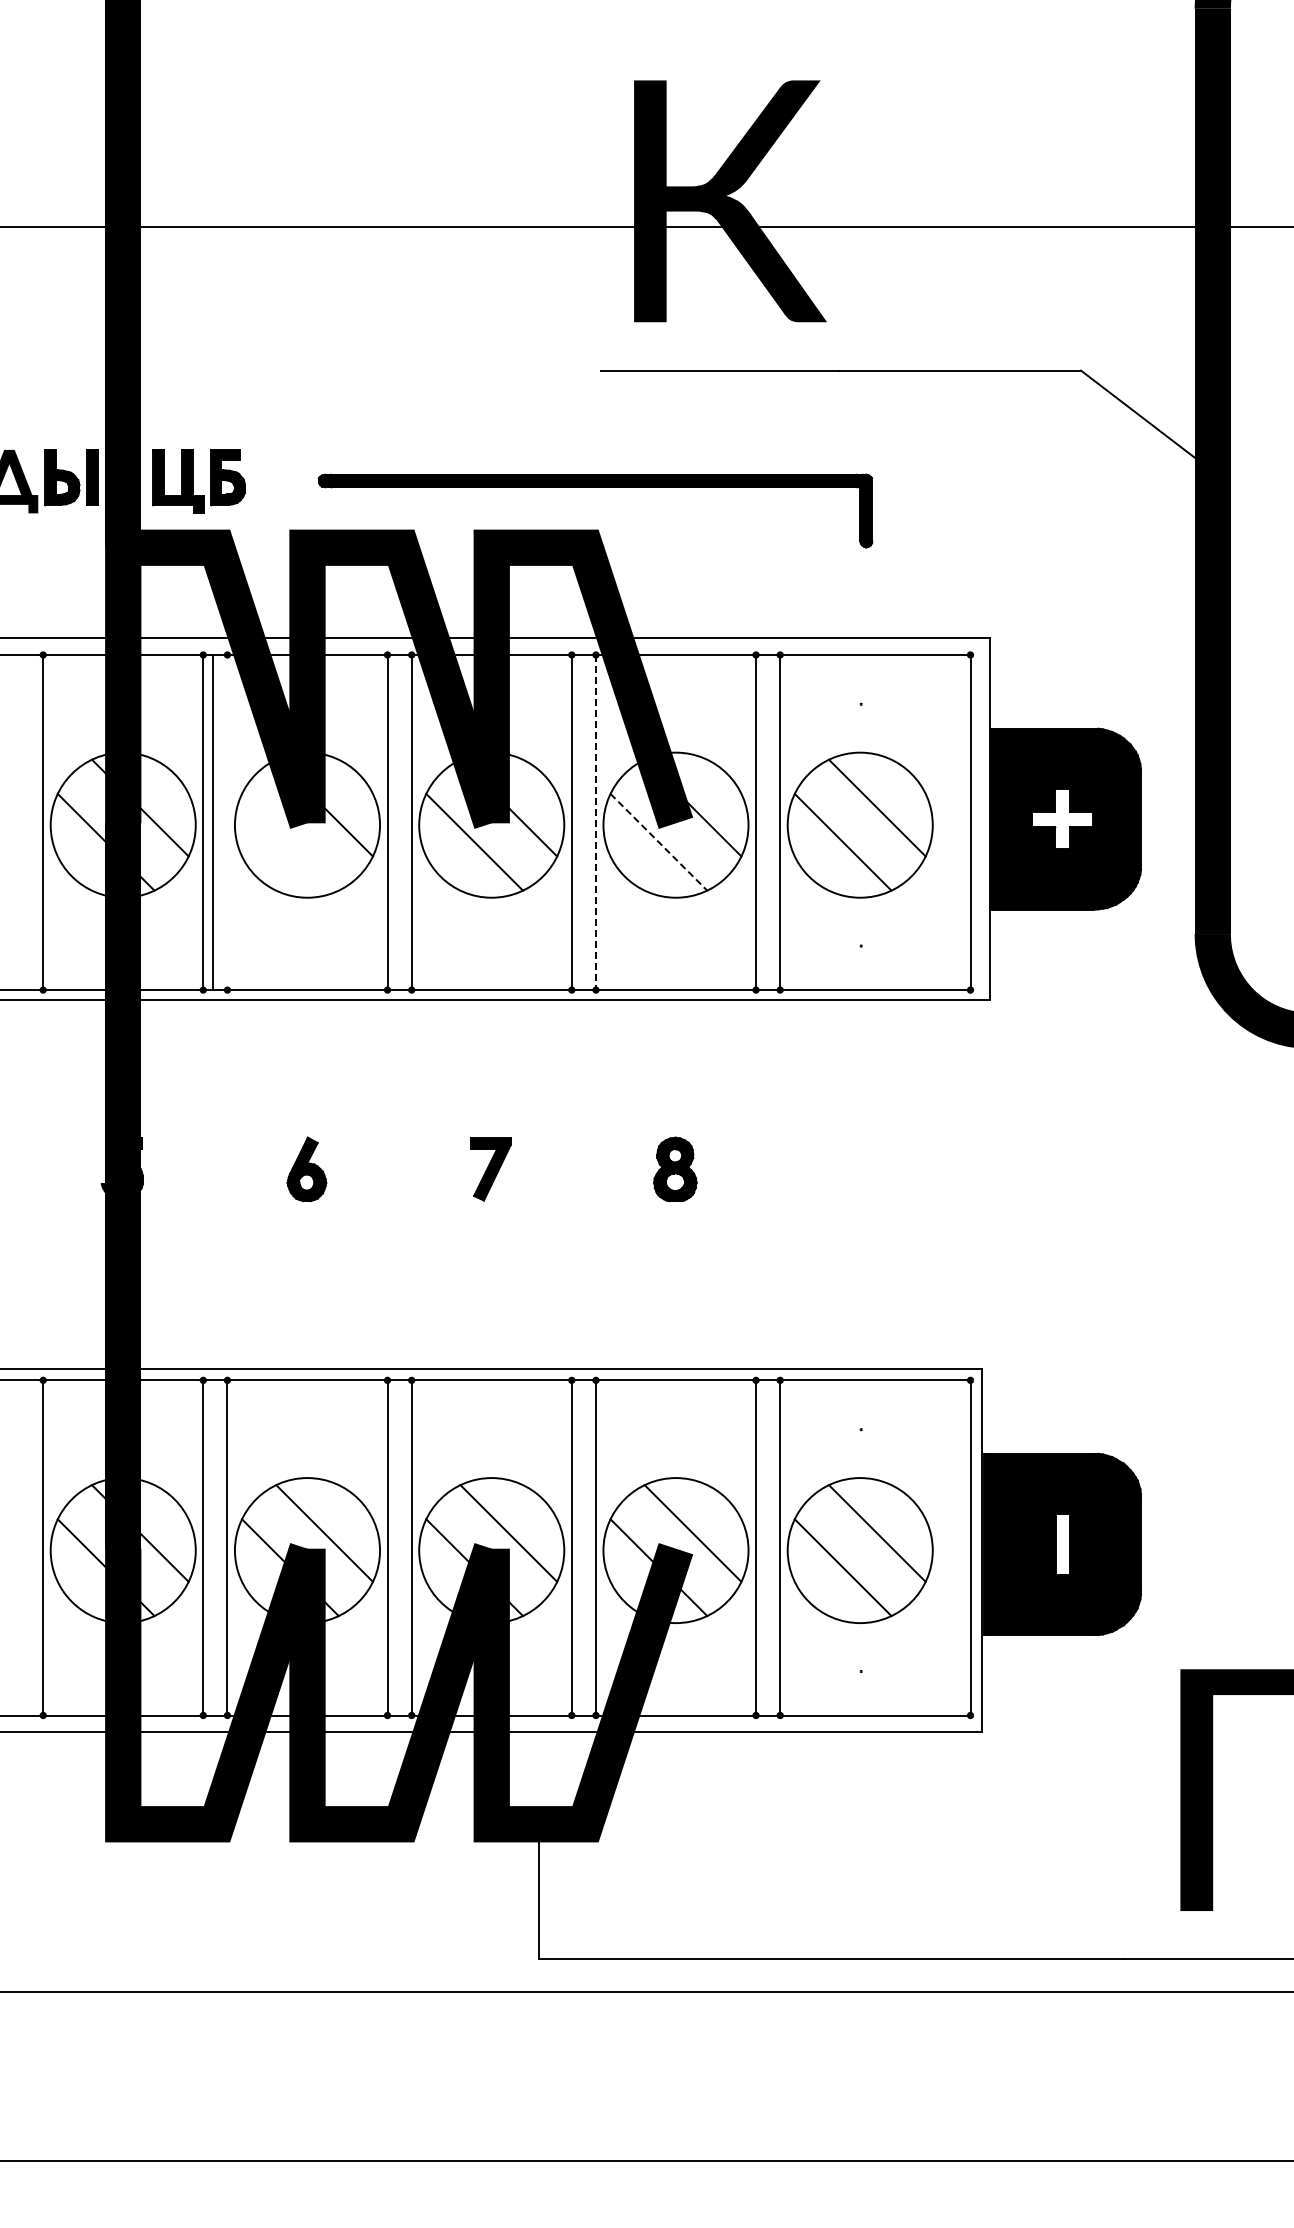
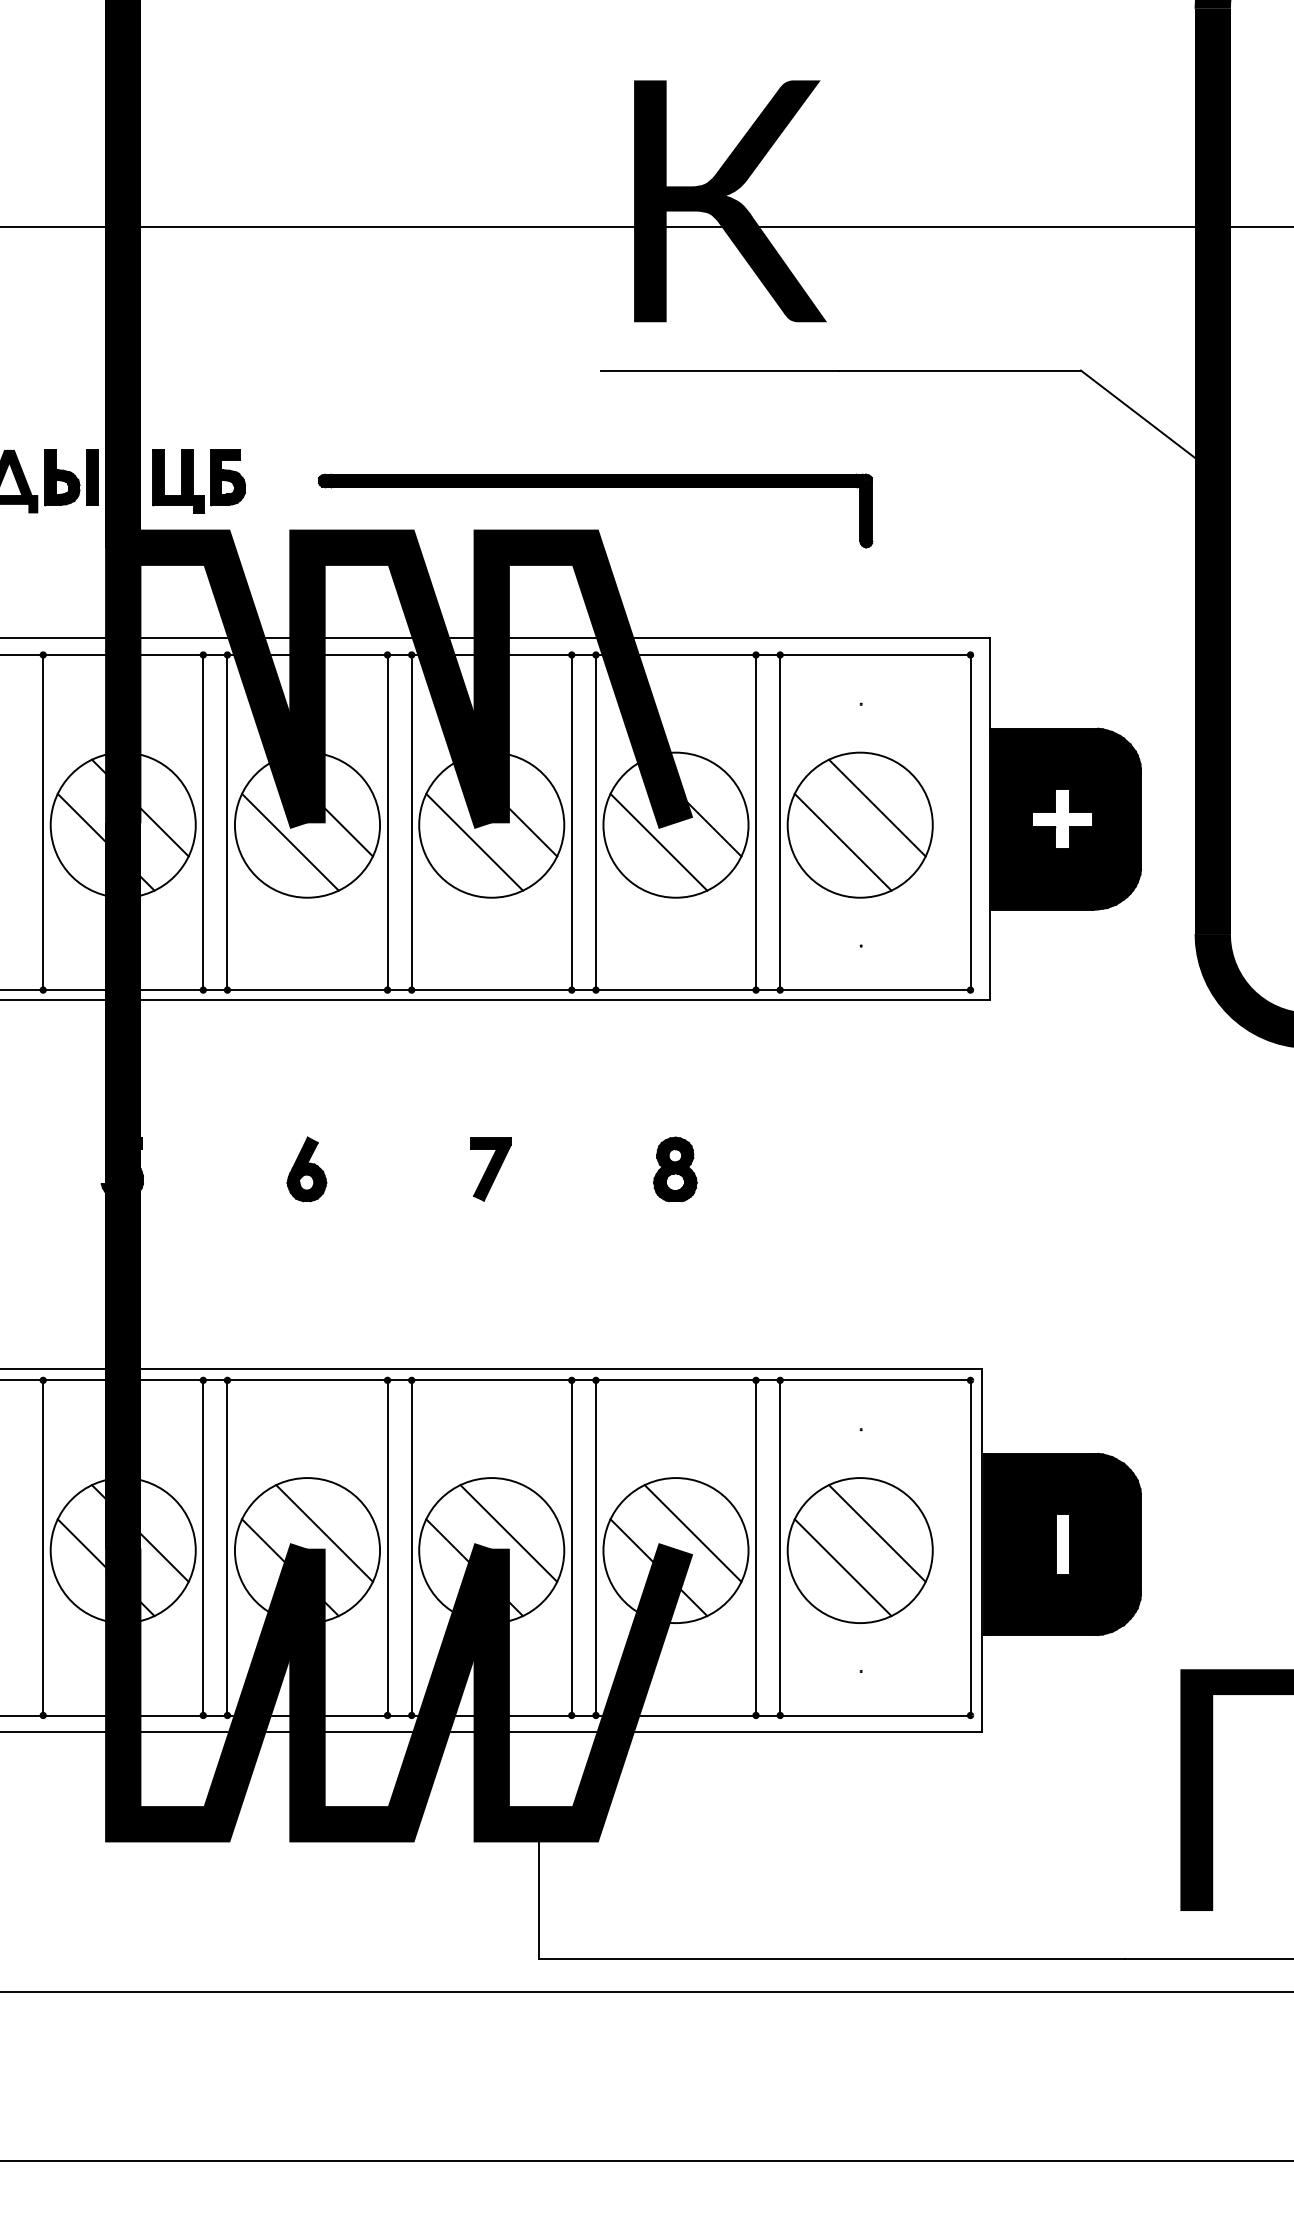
line at (213, 822) position: (213, 822) -> (227, 822)
line at (595, 822): dashed -> solid
line at (290, 841): none -> present
line at (659, 842): dashed -> solid
